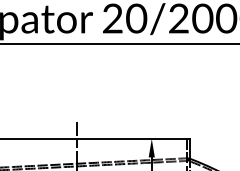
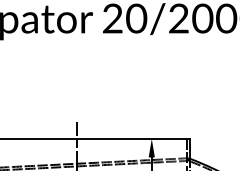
line at (119, 44): present -> none
